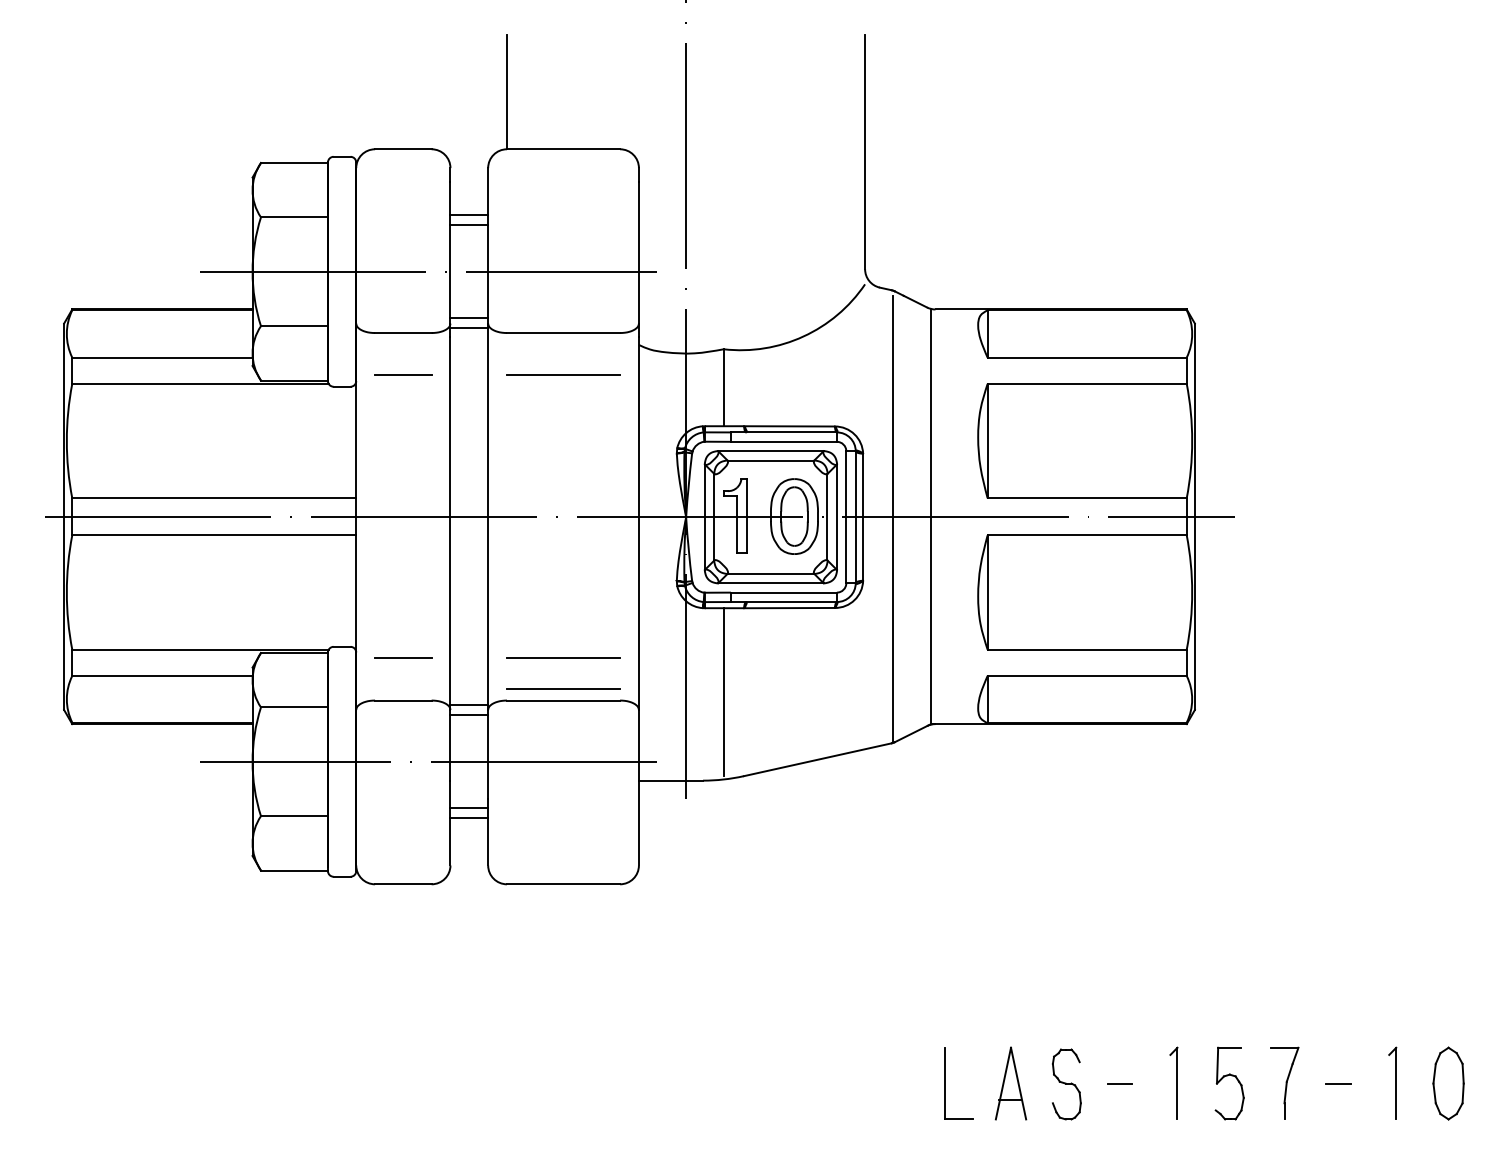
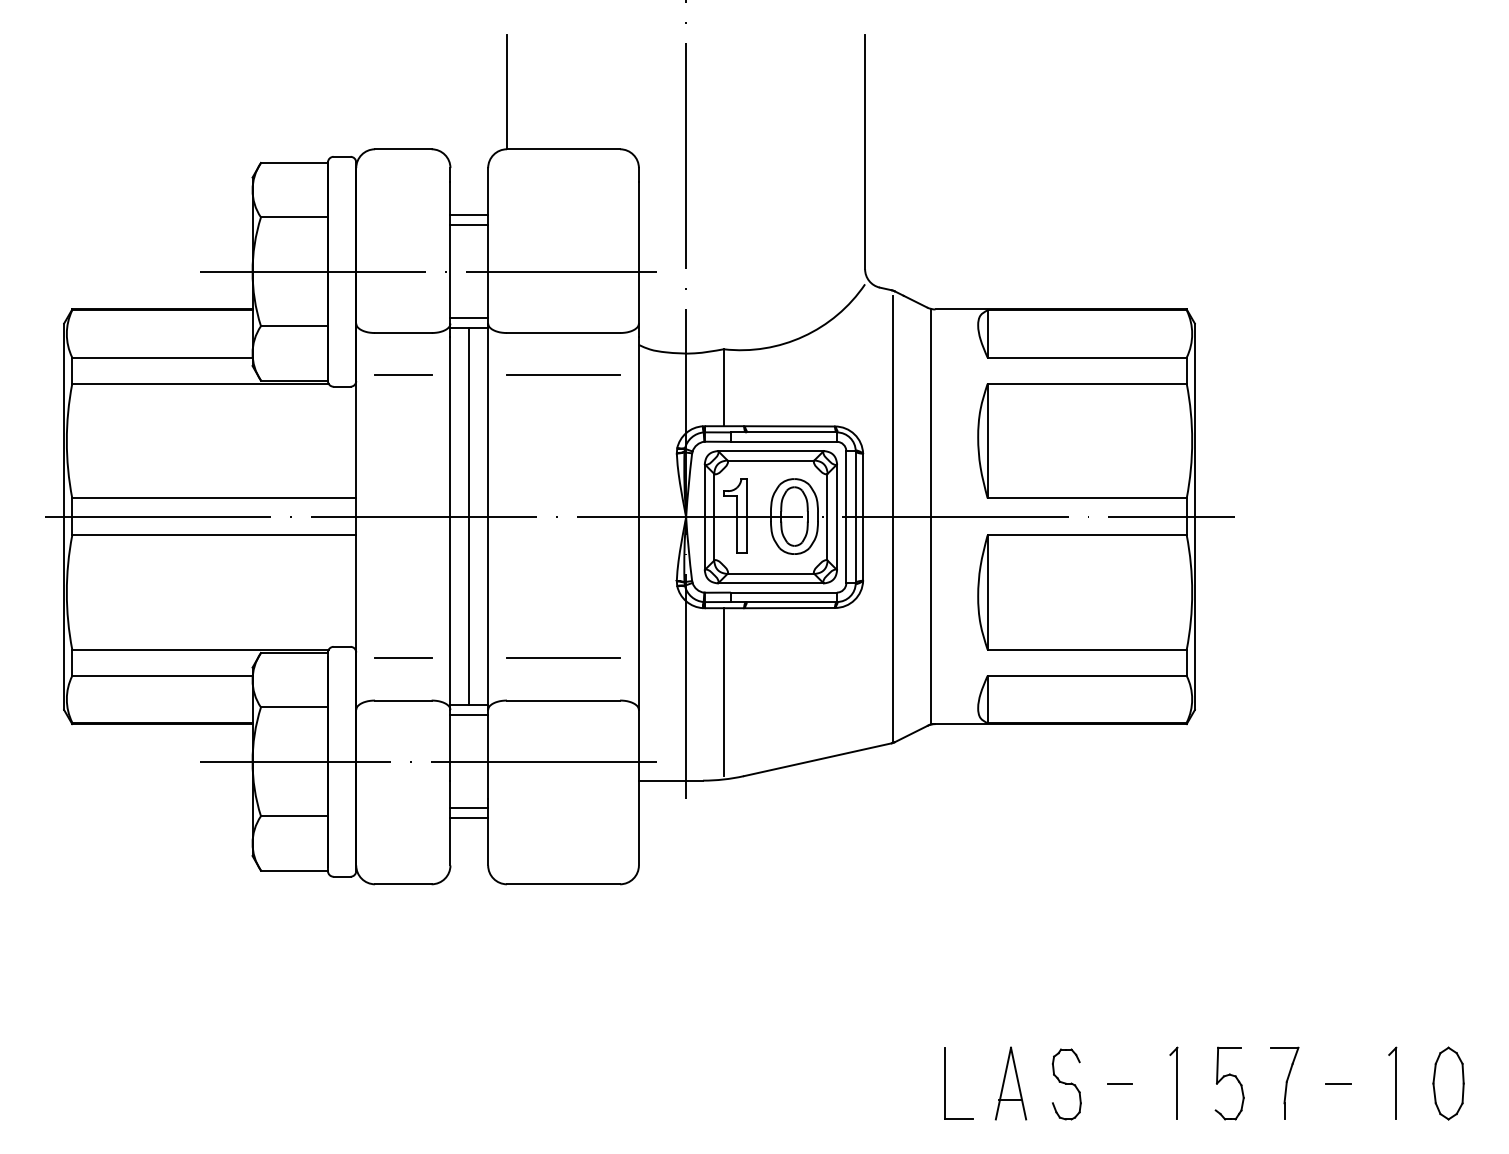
line at (469, 516): none -> present
line at (563, 688): present -> none
